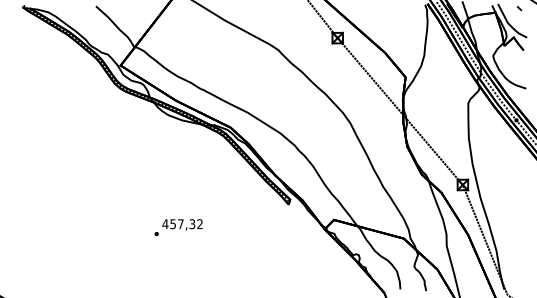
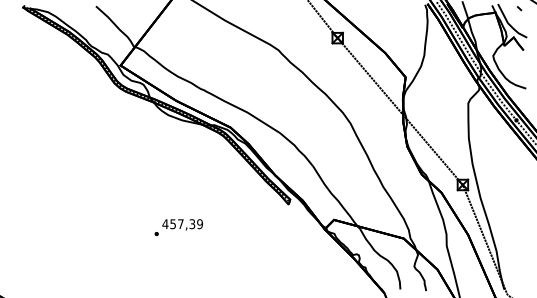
text at (199, 224): 457,32 -> 457,39
